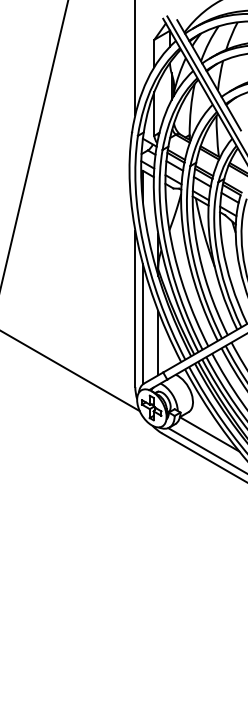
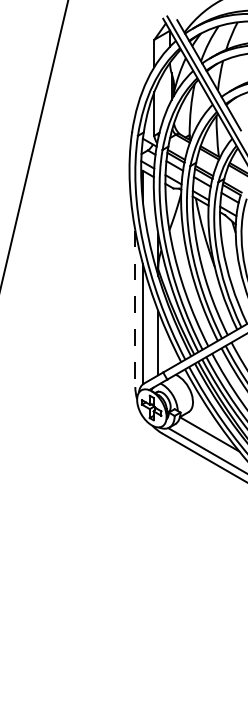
line at (135, 58): present -> none
line at (135, 309): solid -> dashed
line at (70, 371): present -> none
